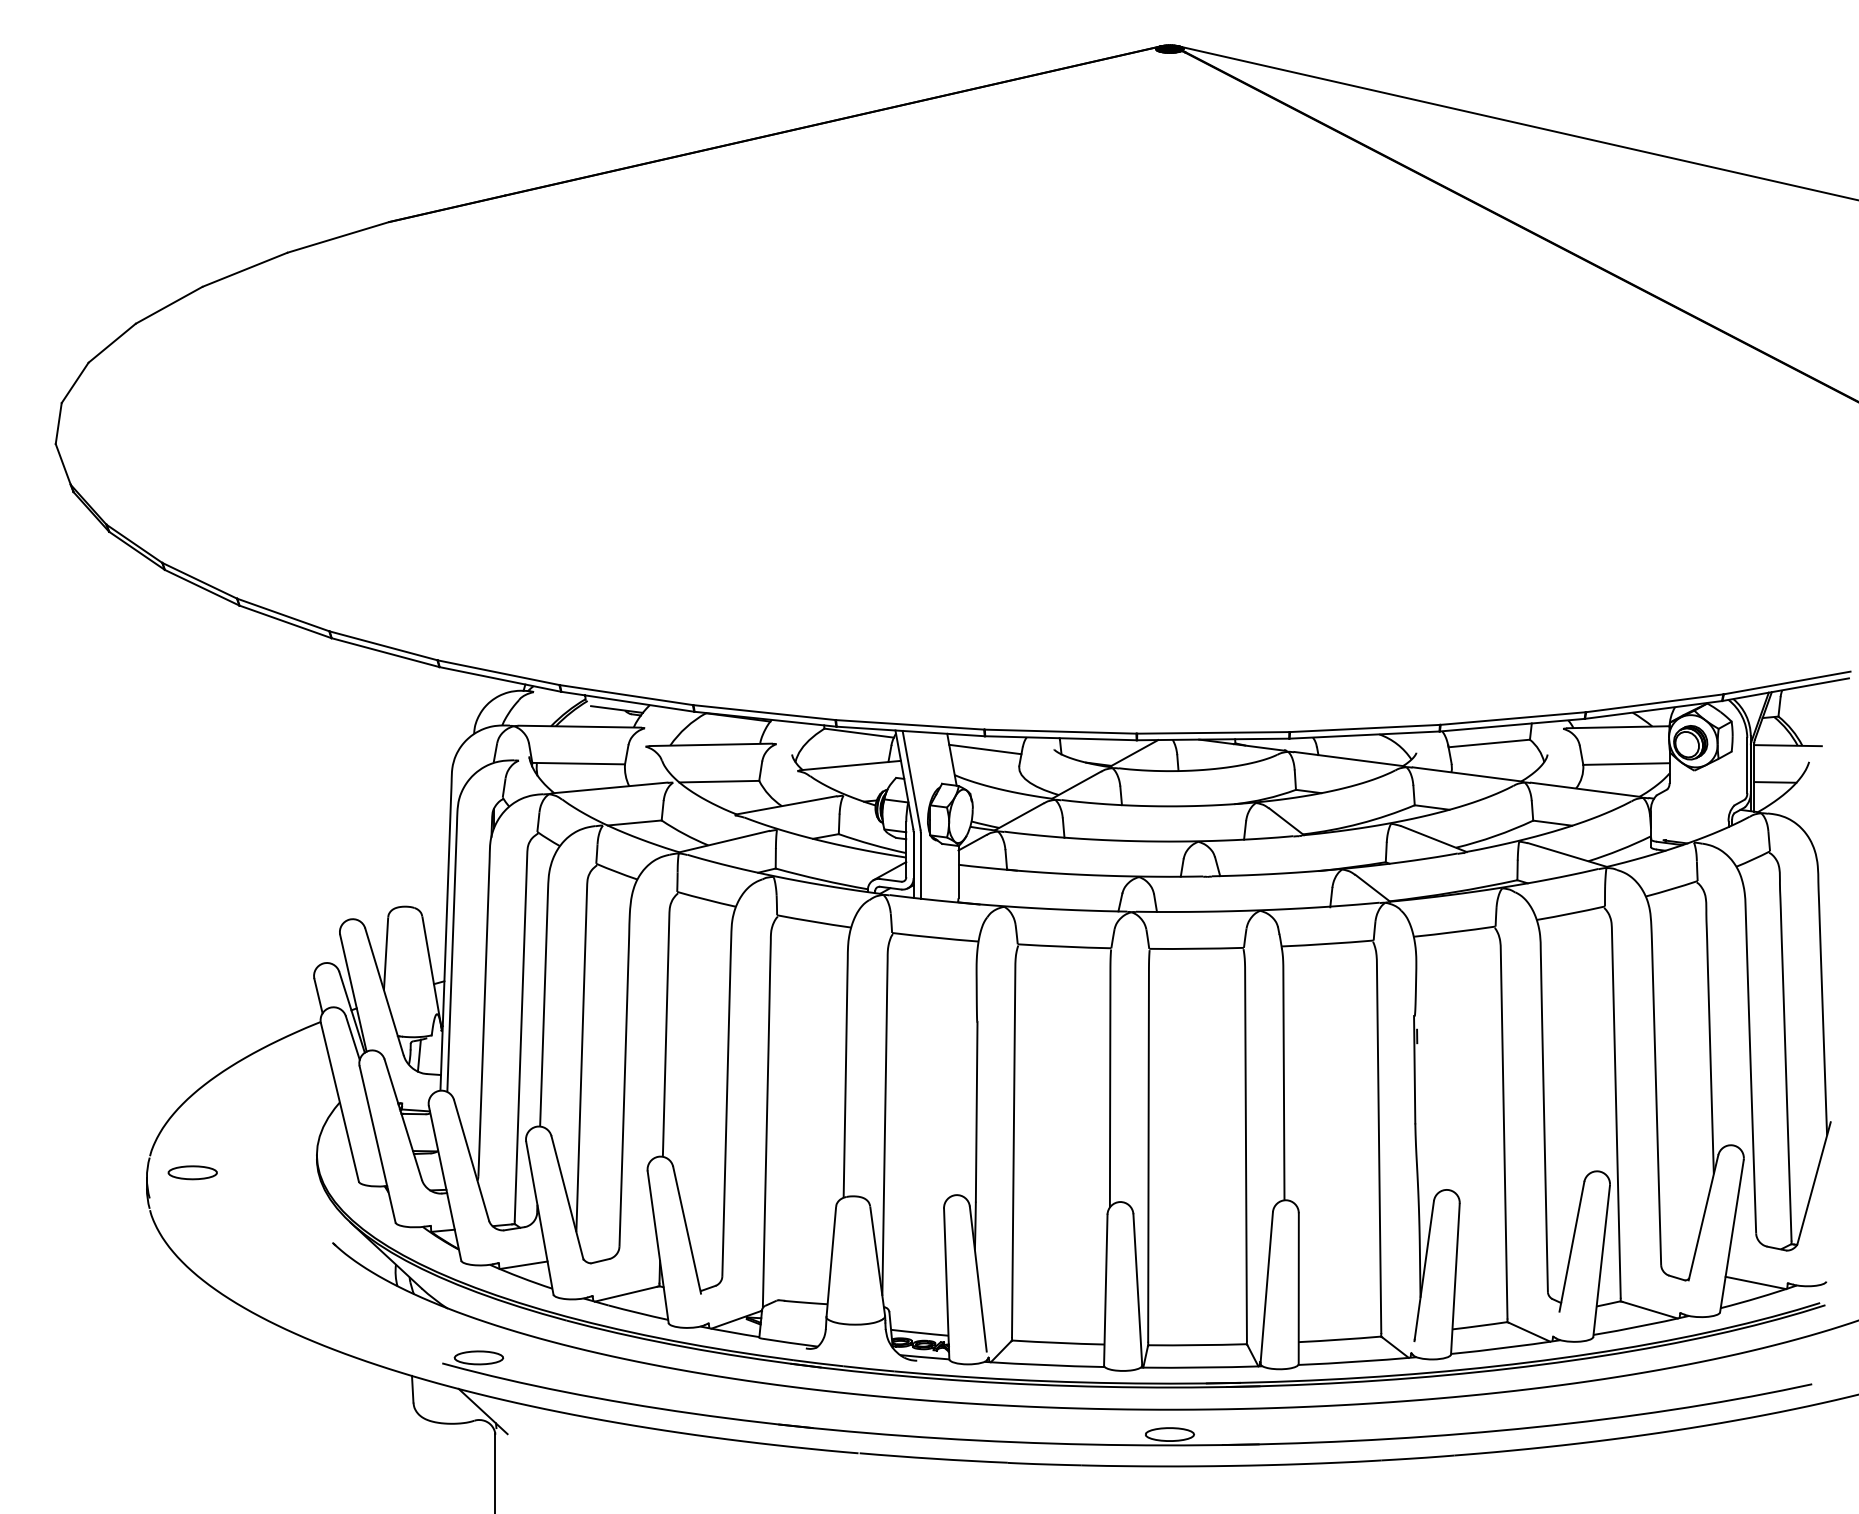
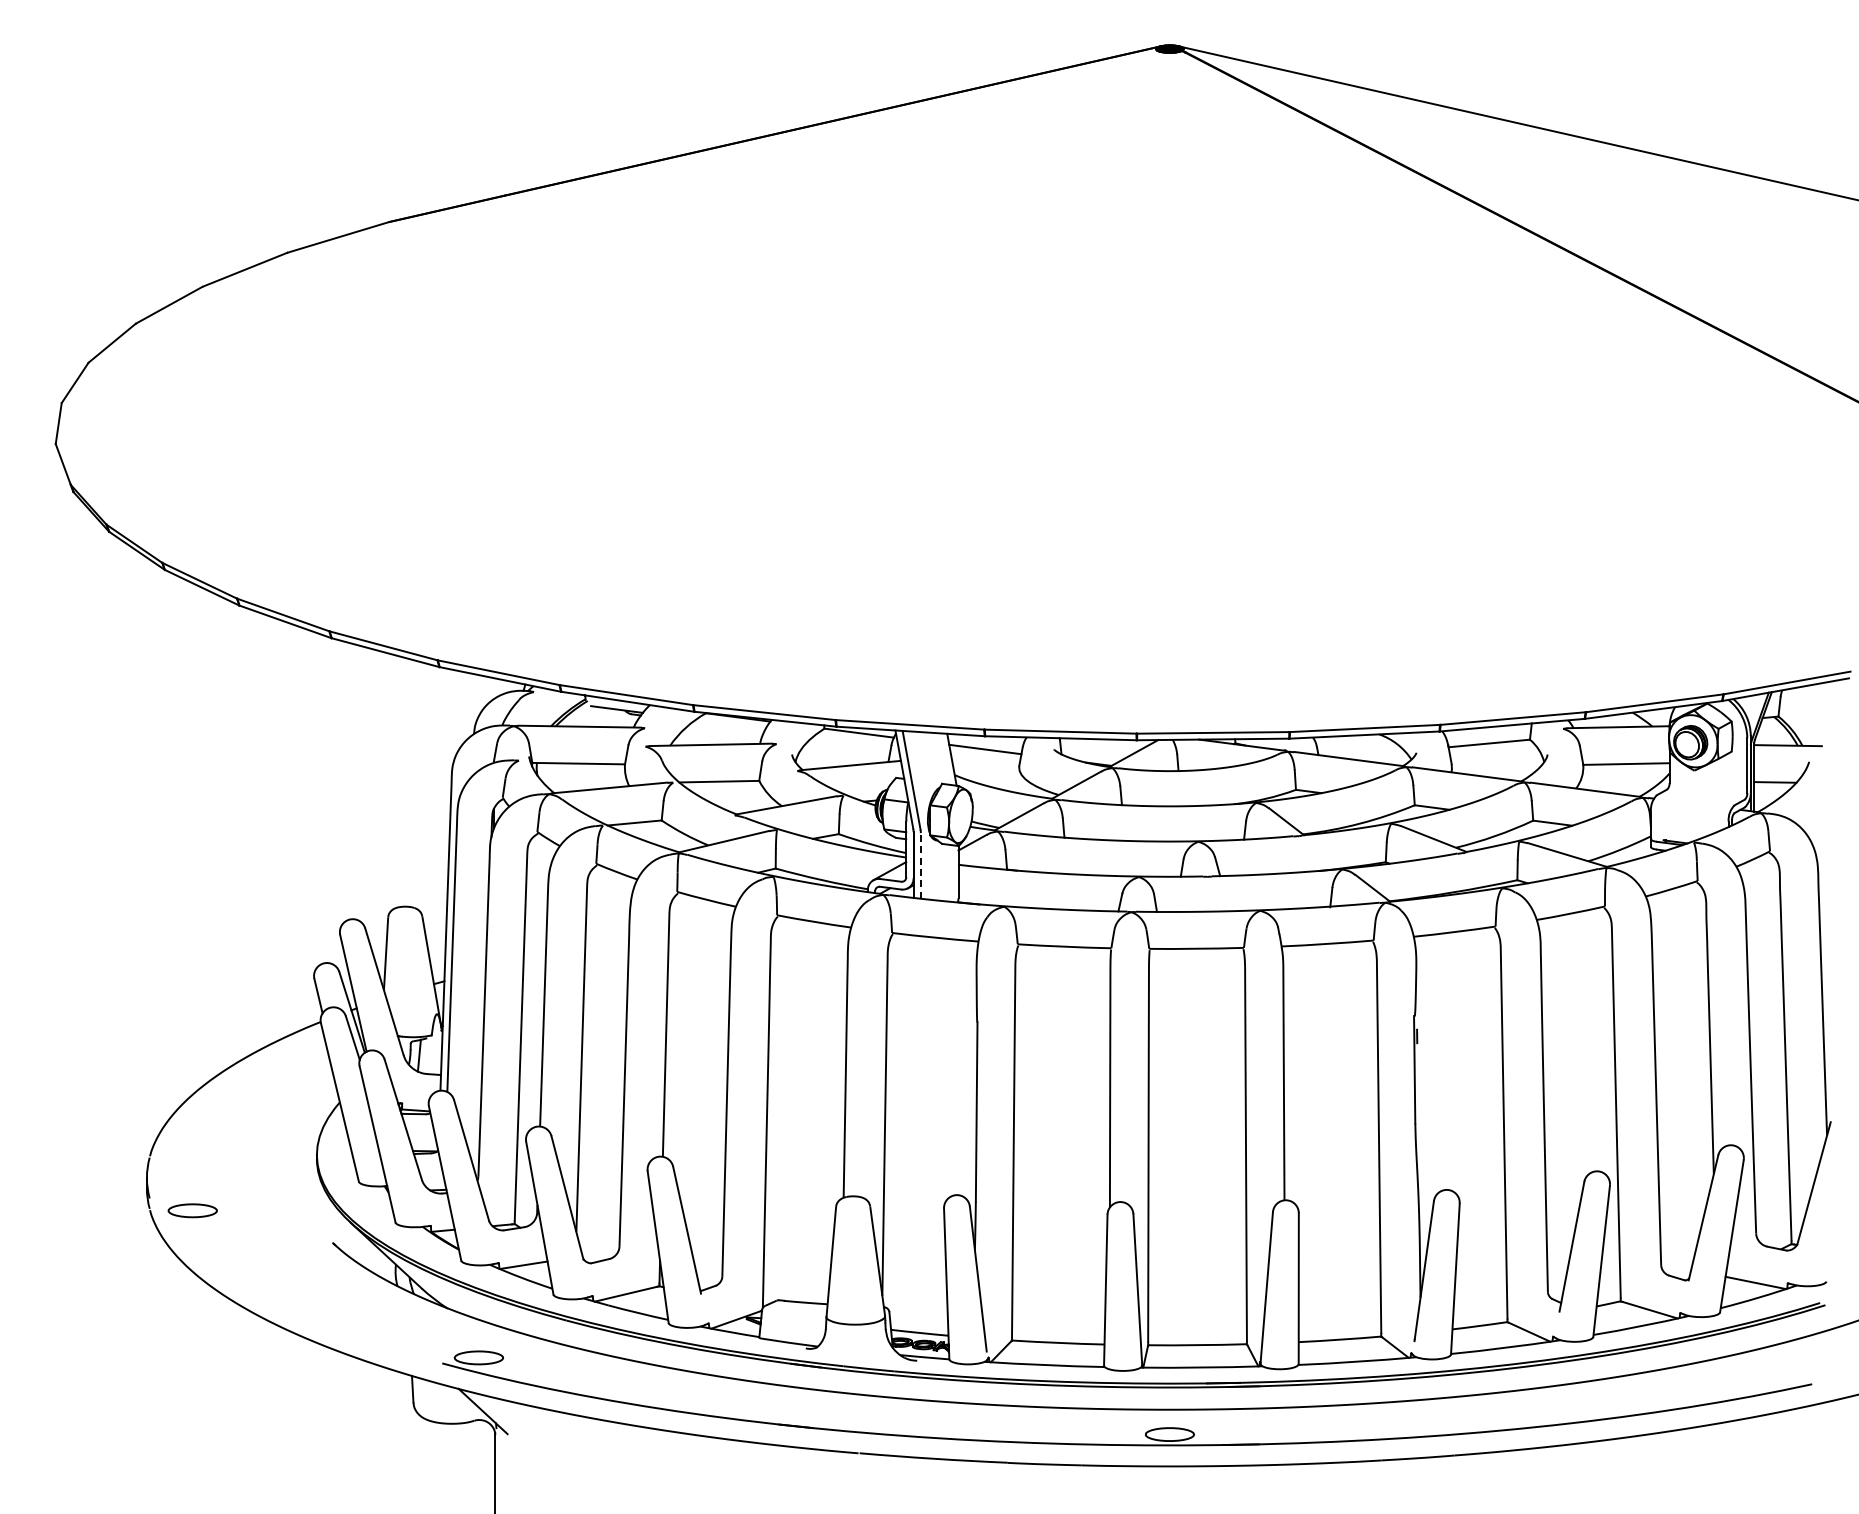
line at (920, 865): solid -> dashed
part at (192, 1172) position: (192, 1172) -> (192, 1210)
